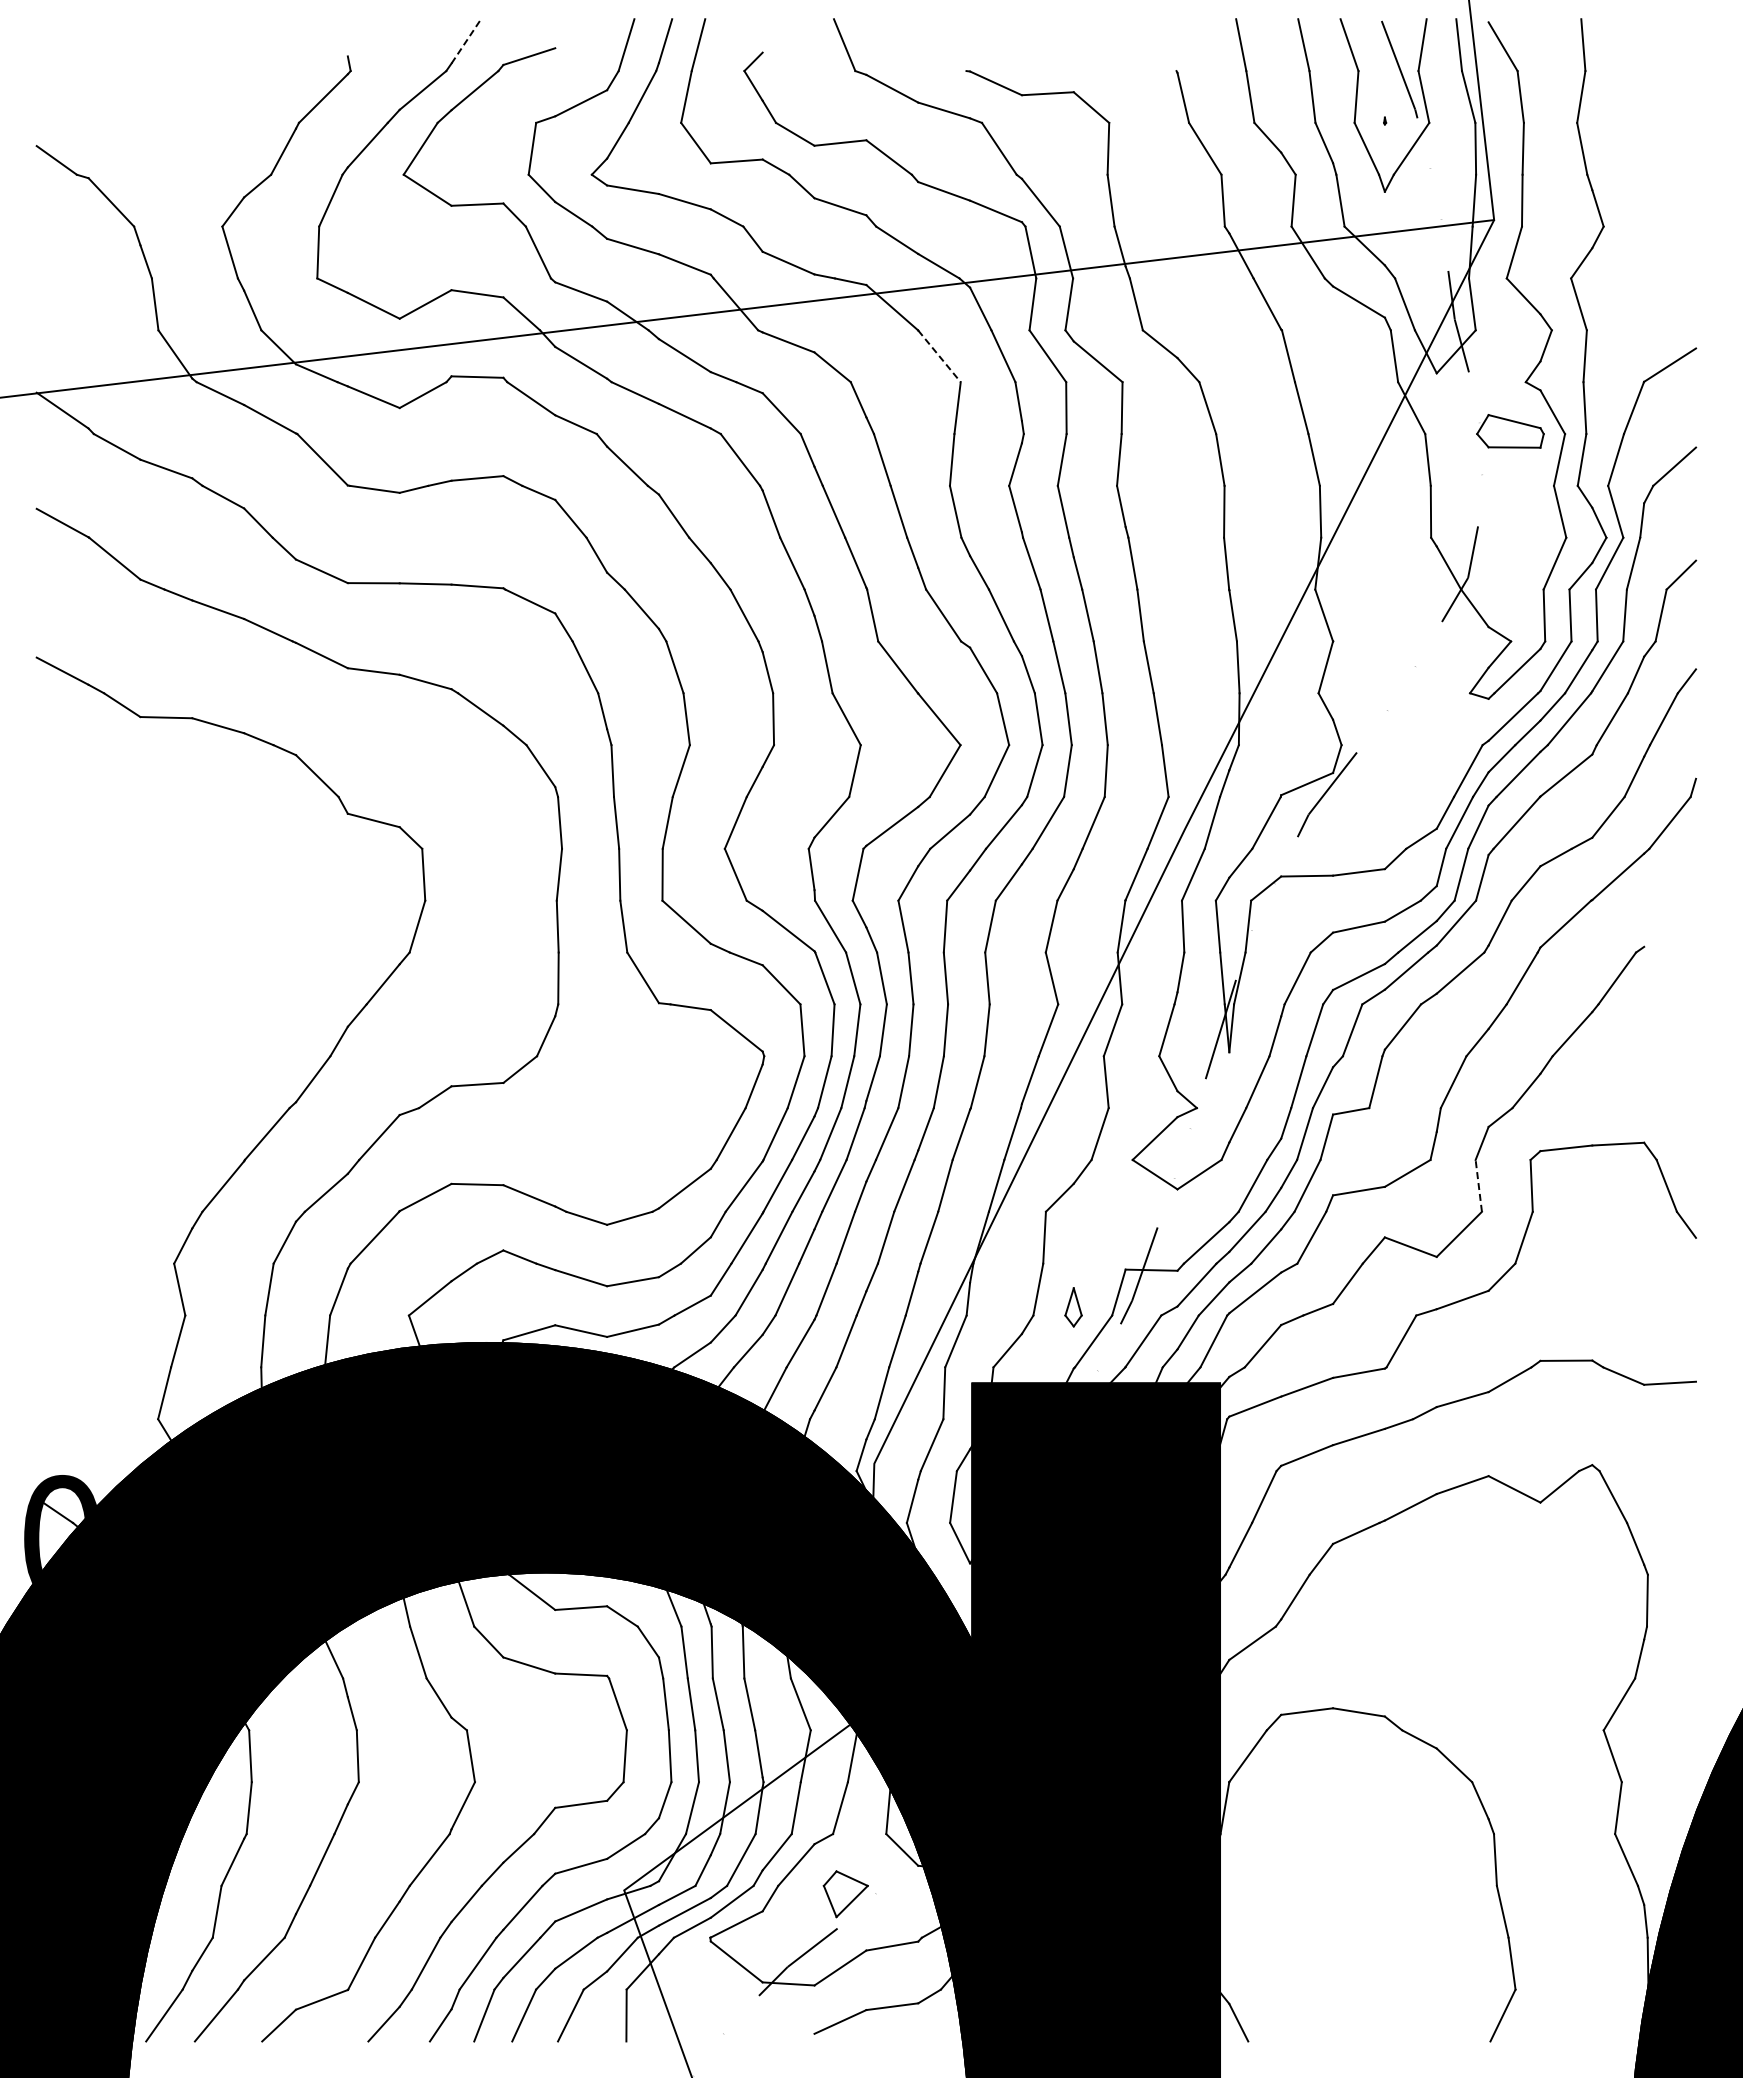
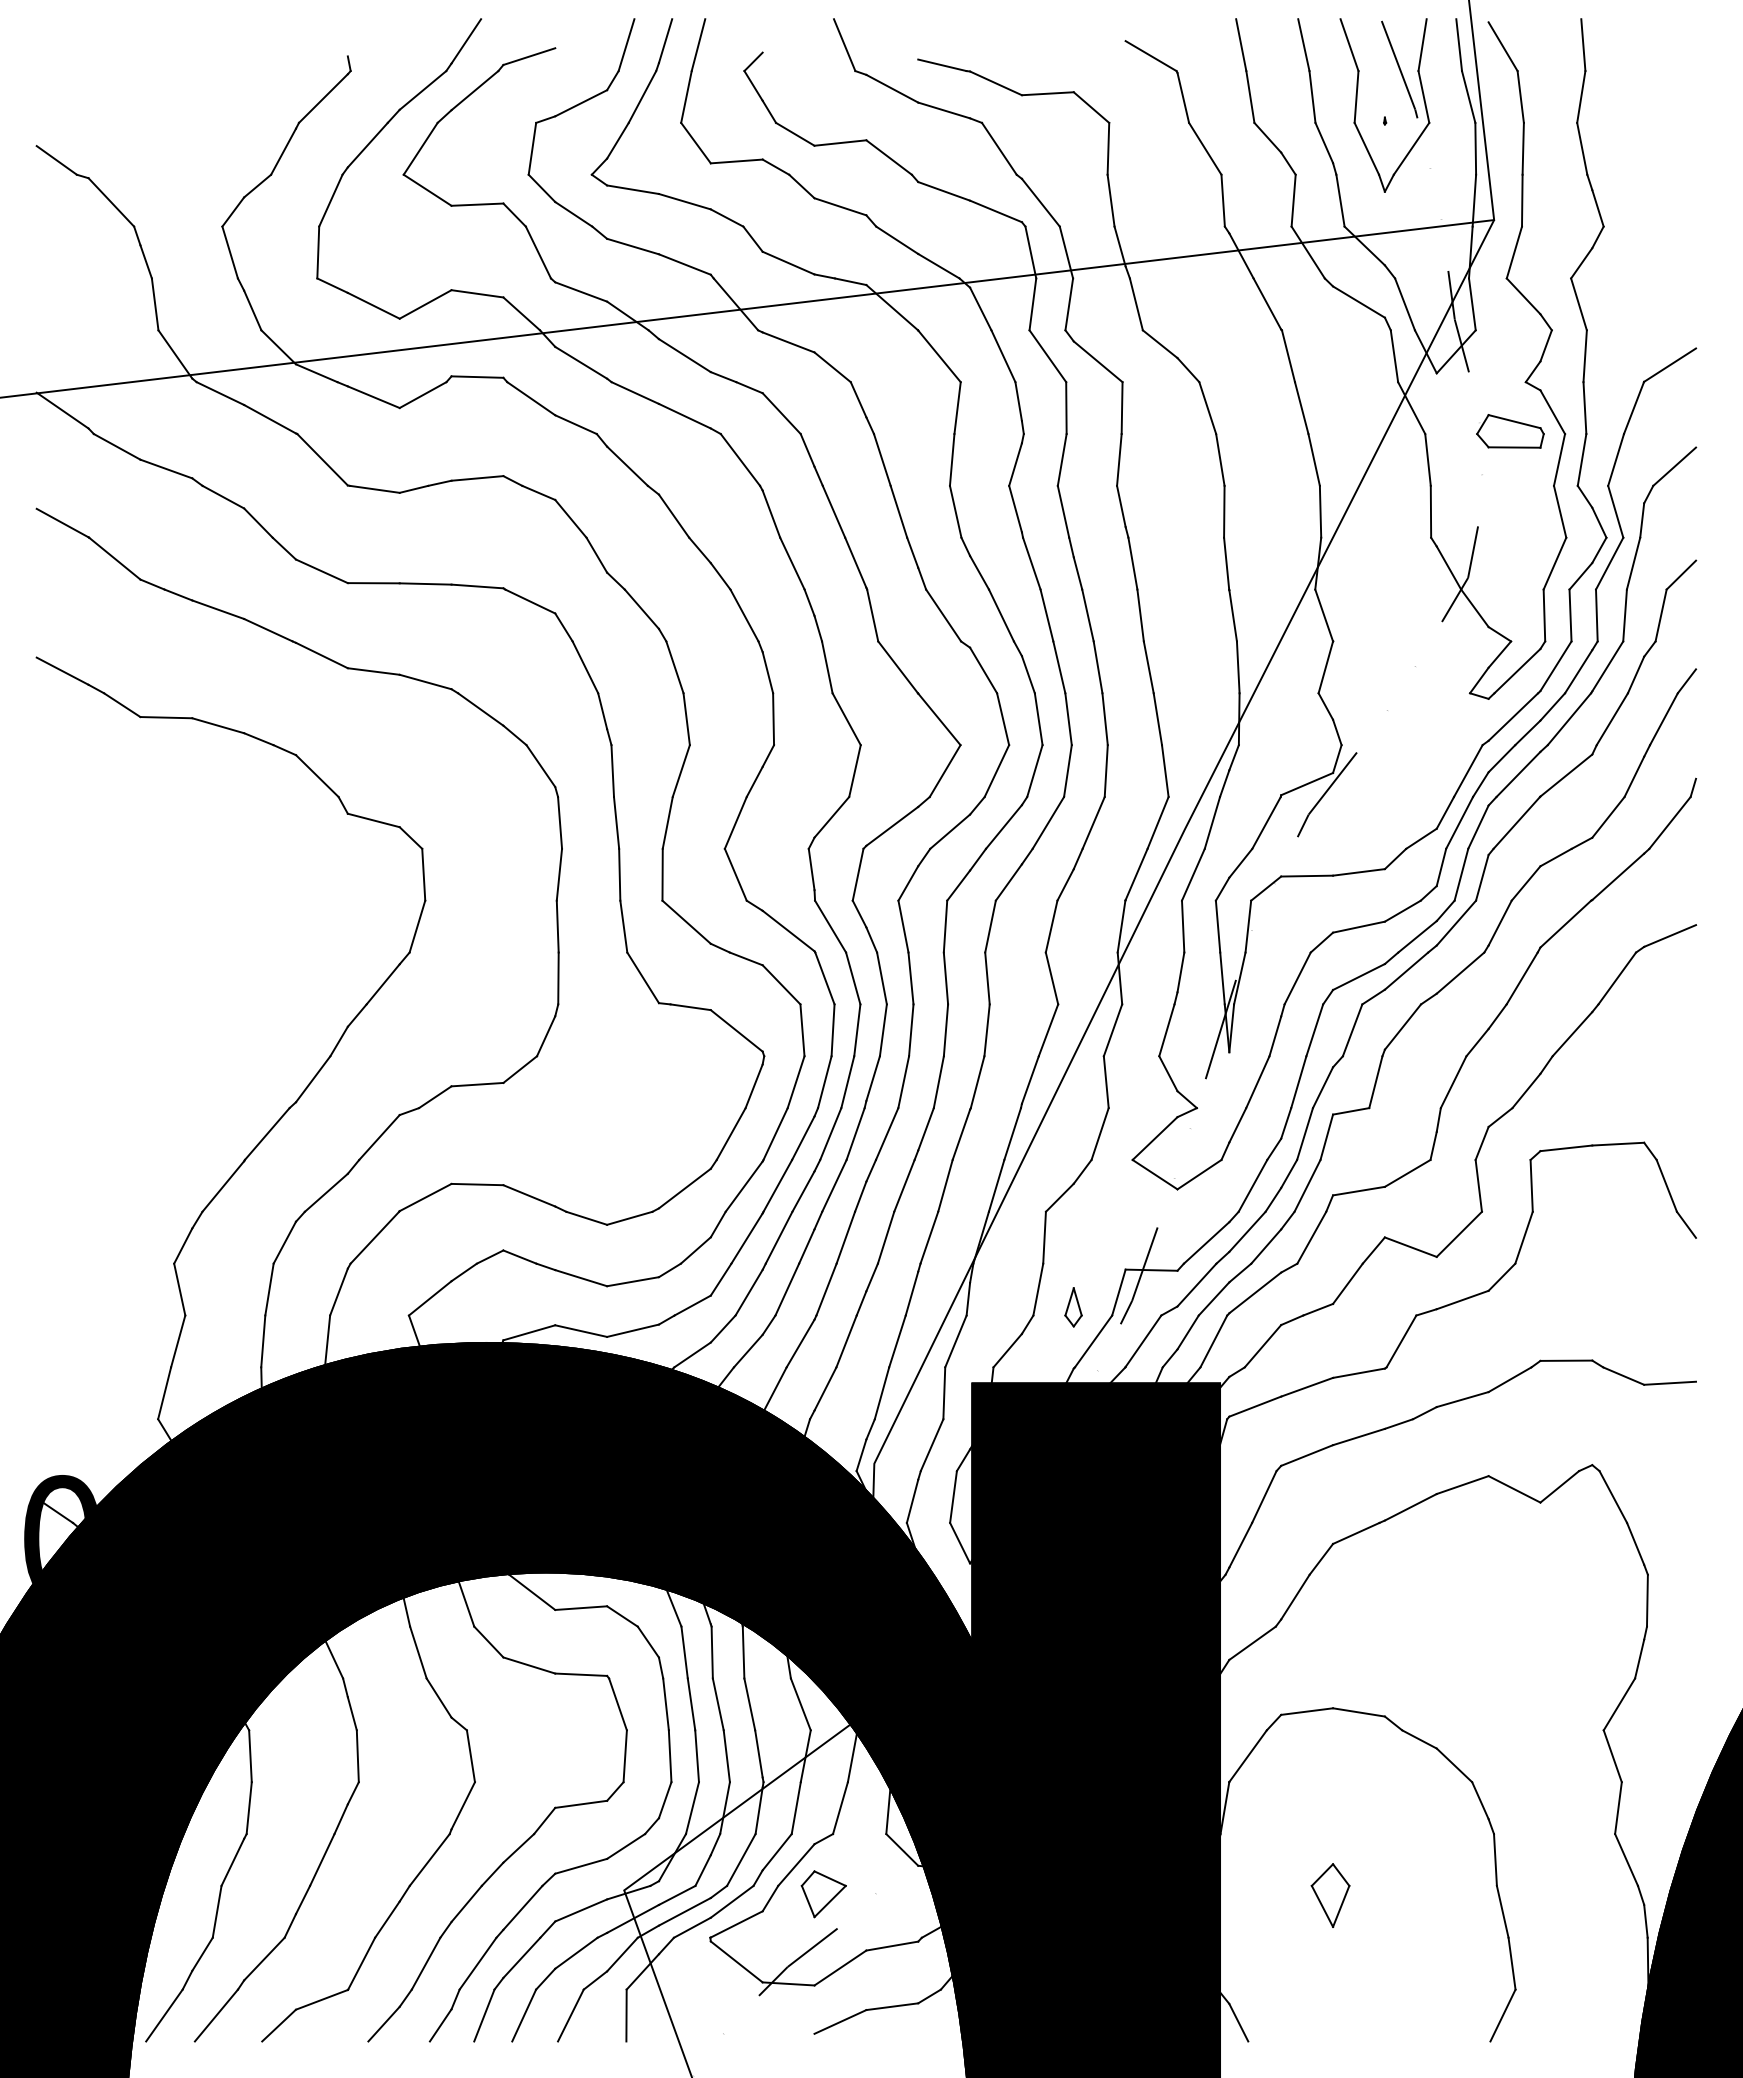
line at (466, 41): dashed -> solid
line at (1150, 56): none -> present
line at (942, 65): none -> present
line at (939, 356): dashed -> solid
line at (1670, 935): none -> present
line at (1478, 1185): dashed -> solid
part at (845, 1894) position: (845, 1894) -> (823, 1894)
part at (1330, 1895): none -> present
